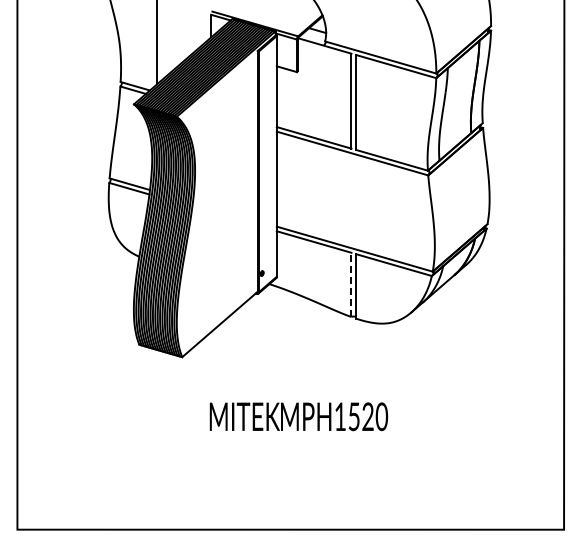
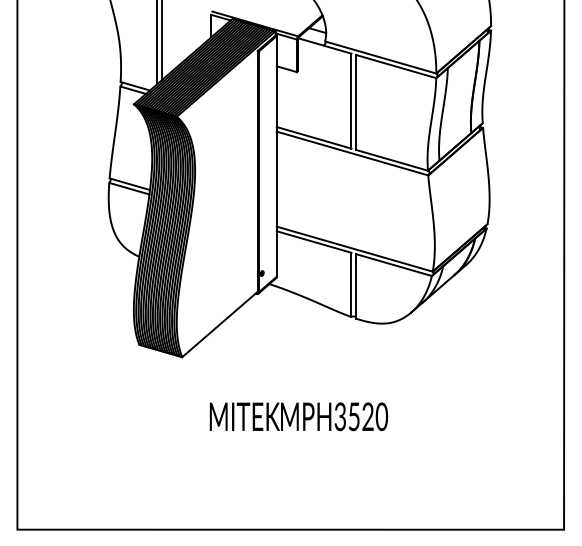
line at (161, 41): none -> present
line at (351, 284): dashed -> solid
text at (339, 416): MPH1520 -> MPH3520
